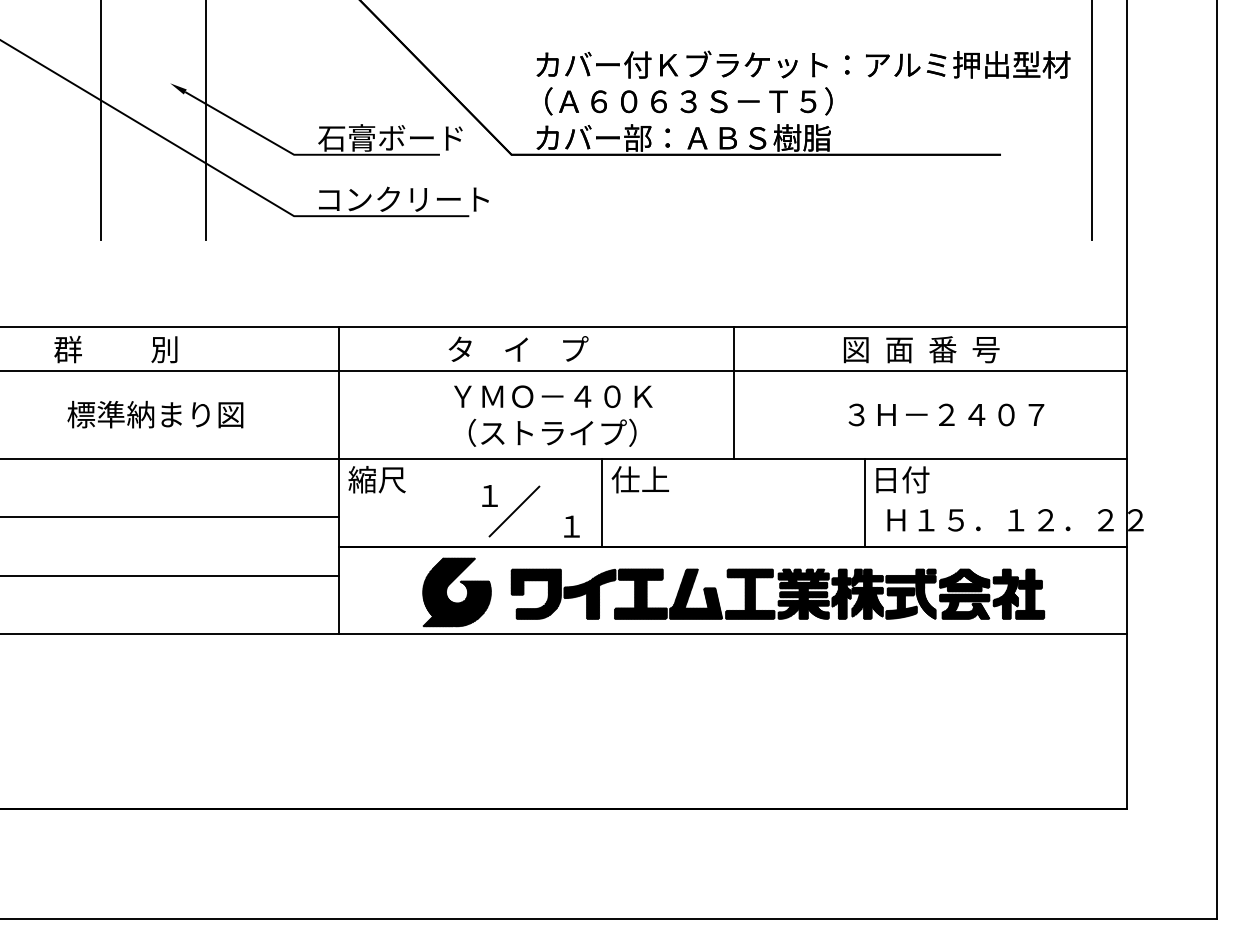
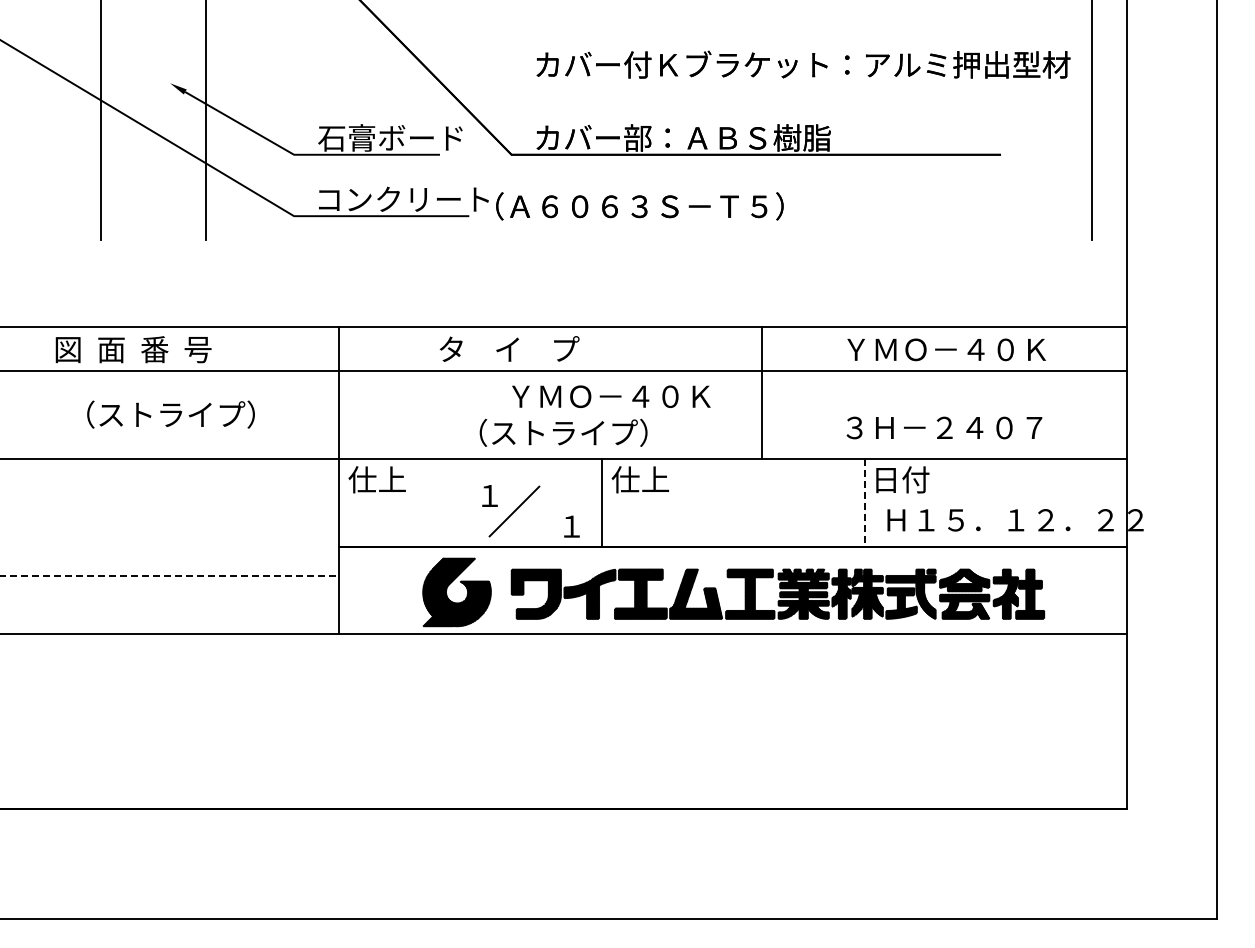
text at (688, 101) position: (688, 101) -> (639, 206)
text at (518, 348) position: (518, 348) -> (509, 348)
text at (132, 349): 群          別 -> 図  面  番  号
text at (944, 349): 図  面  番  号 -> ＹＭＯ－４０Ｋ
line at (733, 392) position: (733, 392) -> (761, 392)
text at (553, 396) position: (553, 396) -> (611, 396)
text at (160, 414): 標準納まり図 -> （ストライプ）
text at (946, 414) position: (946, 414) -> (944, 427)
text at (552, 432) position: (552, 432) -> (563, 432)
text at (376, 479): 縮尺 -> 仕上
line at (865, 502): solid -> dashed
line at (170, 517): present -> none
line at (170, 575): solid -> dashed
